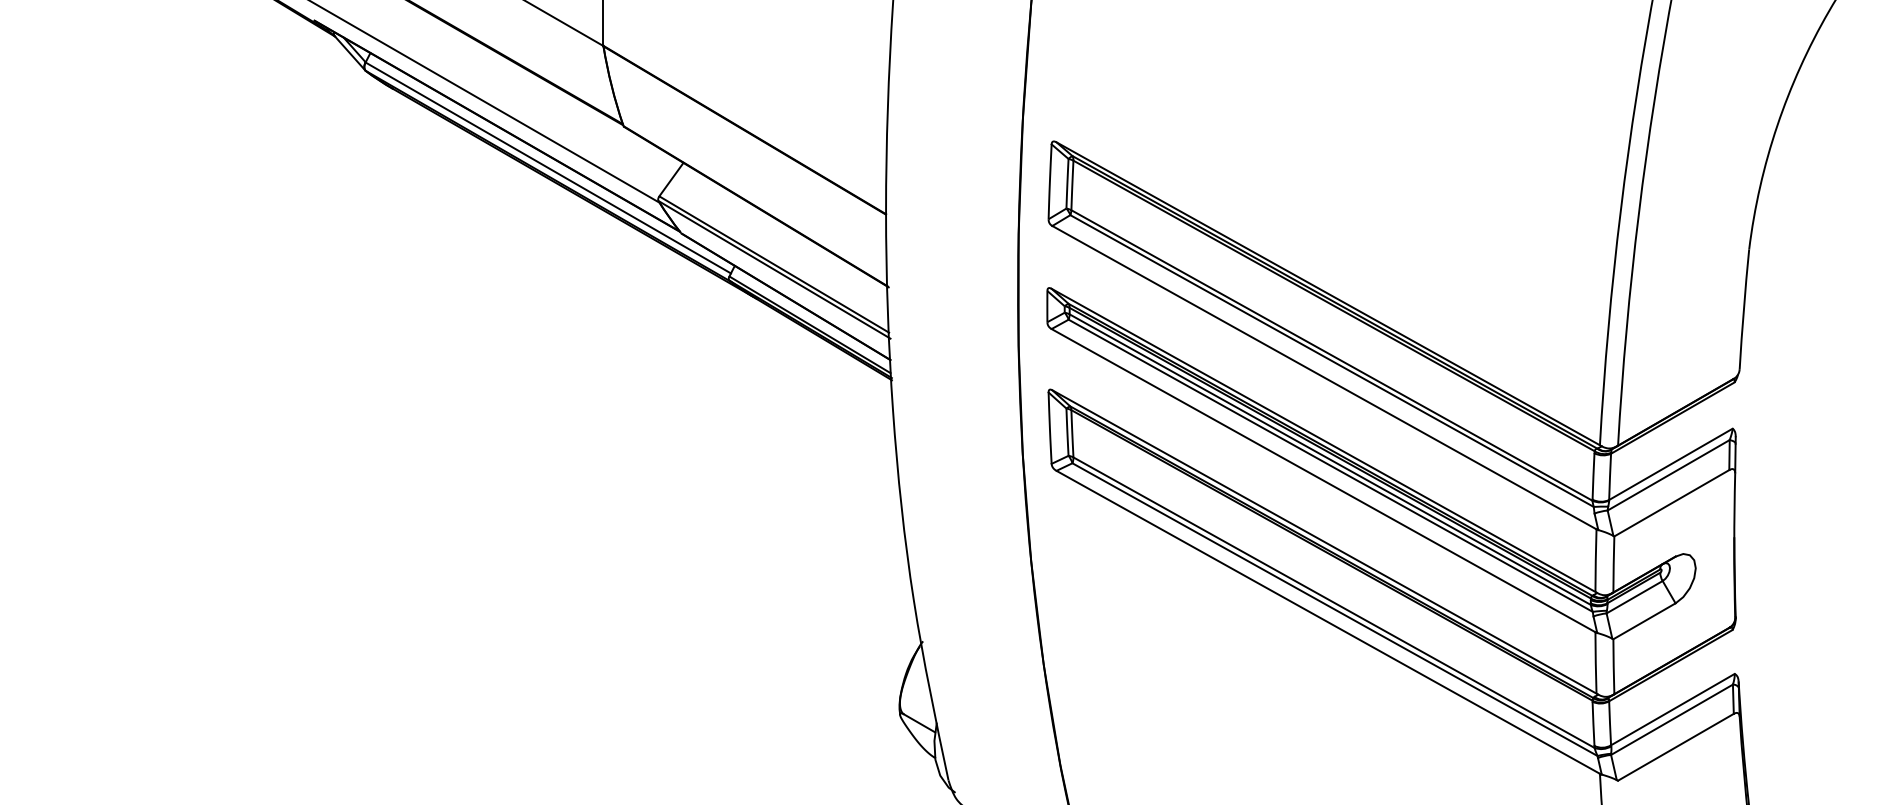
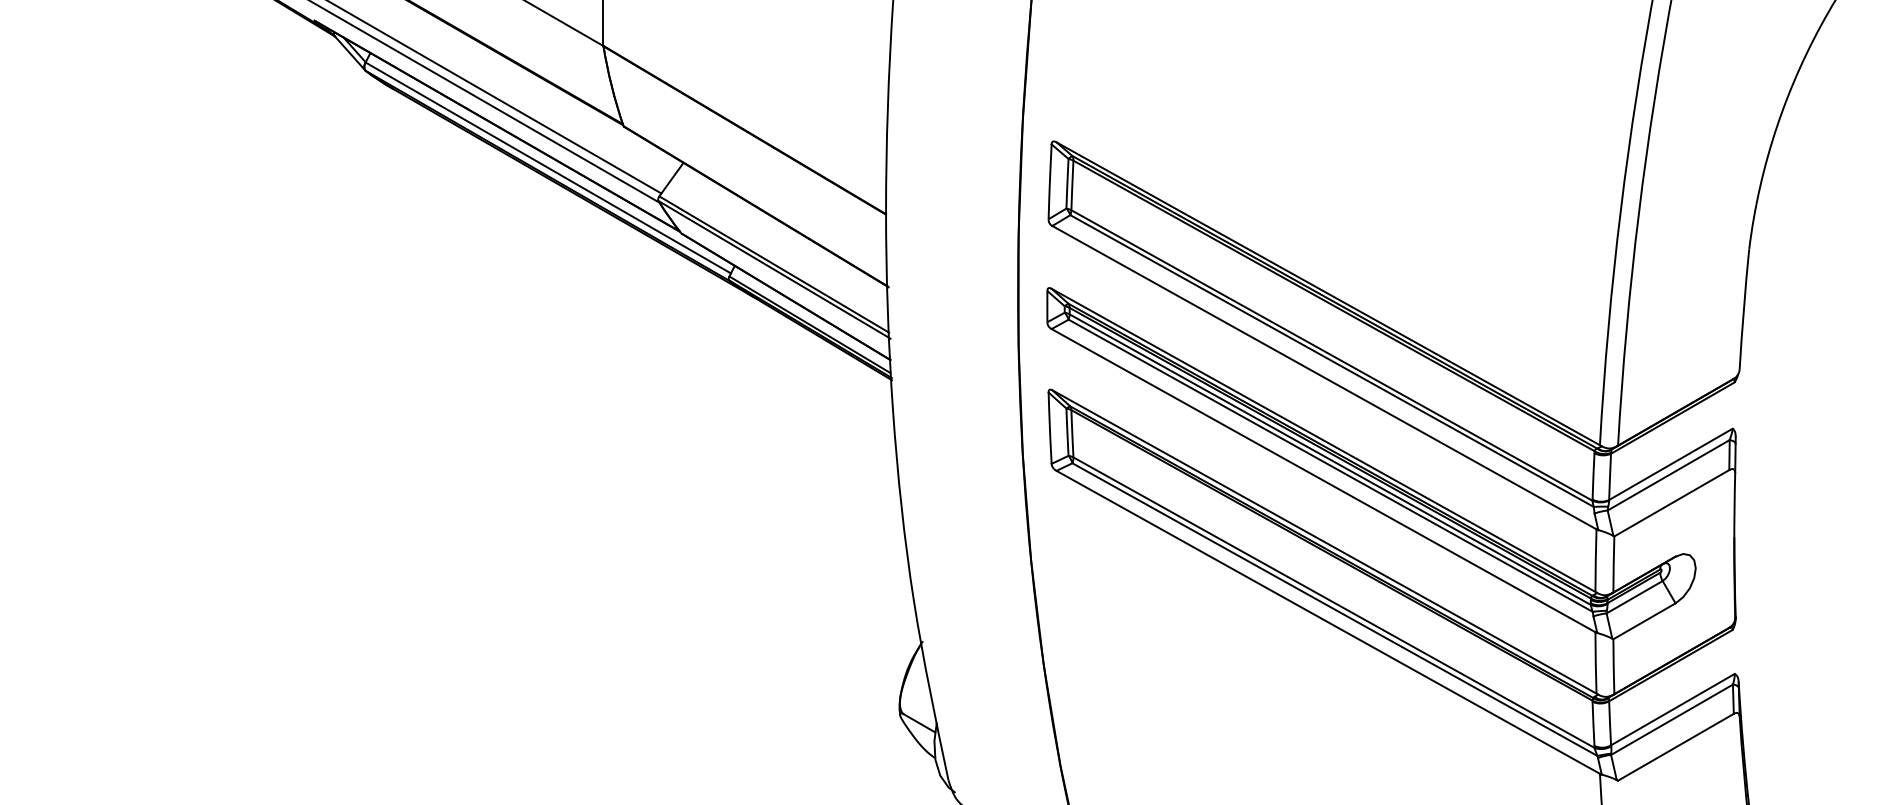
line at (495, 97): none -> present
